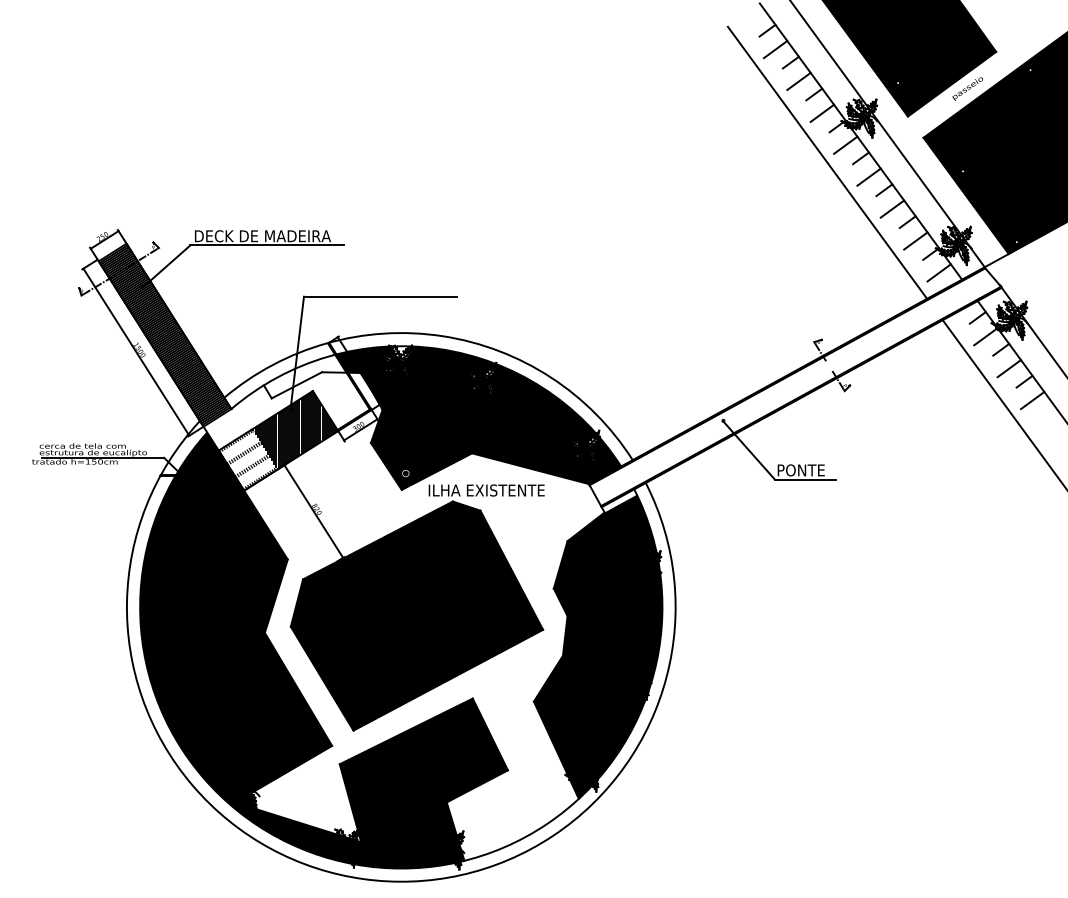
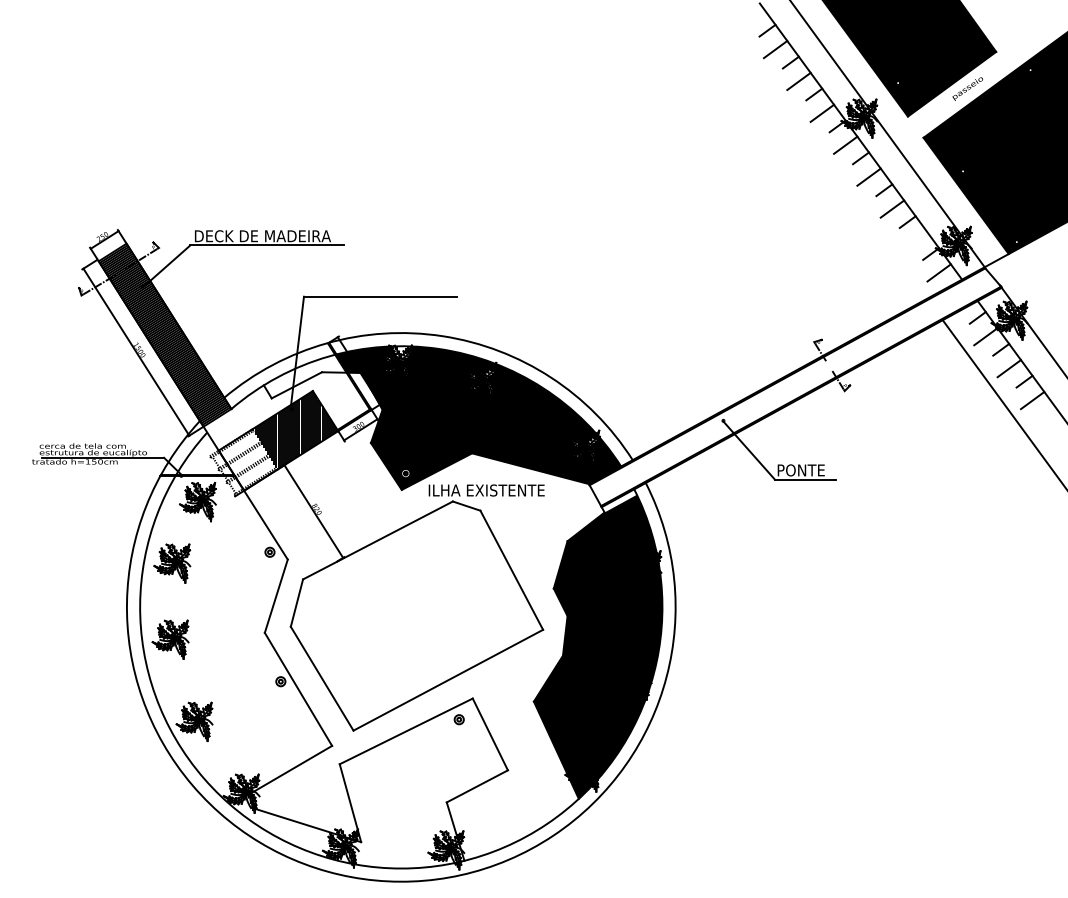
line at (827, 162): present -> none
line at (915, 240): present -> none
fill at (416, 615): present -> none
fill at (323, 650): present -> none
